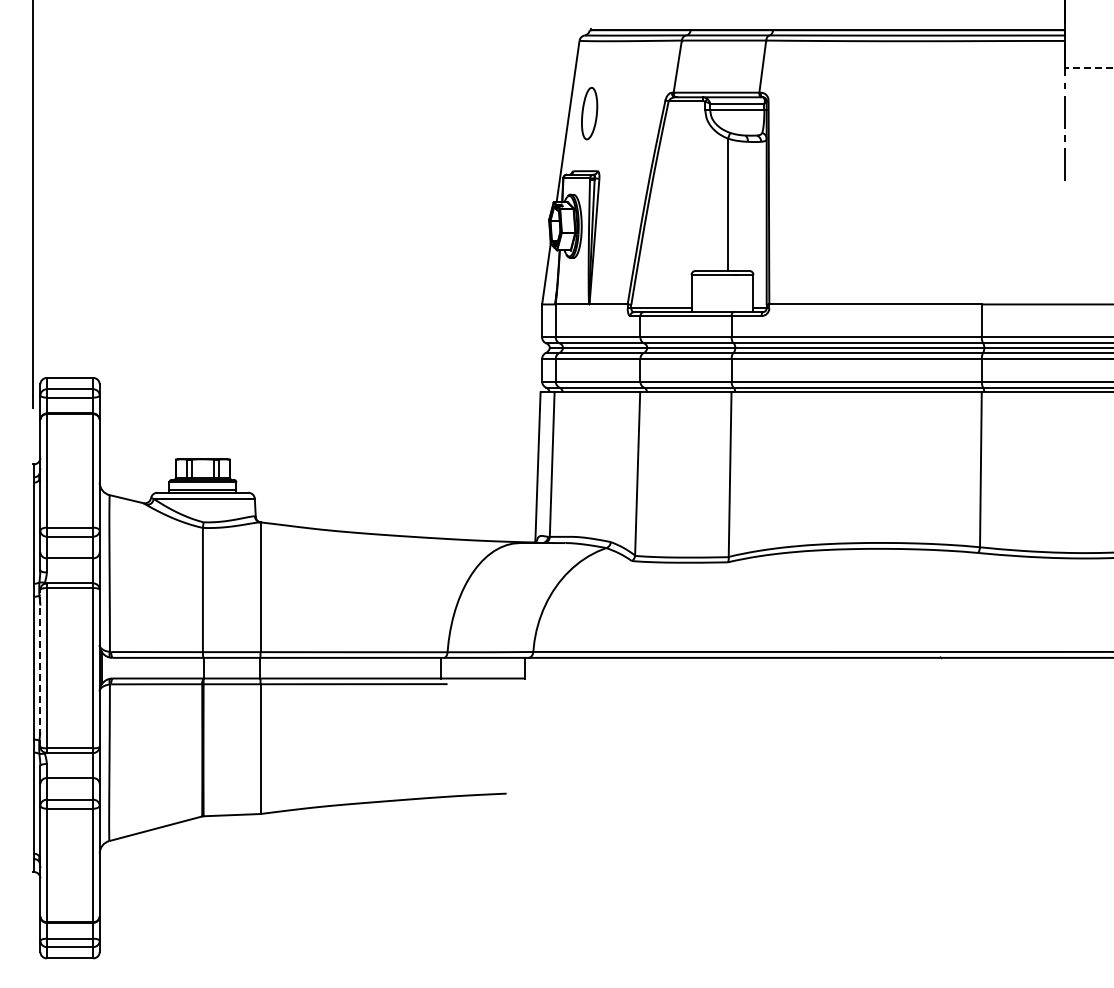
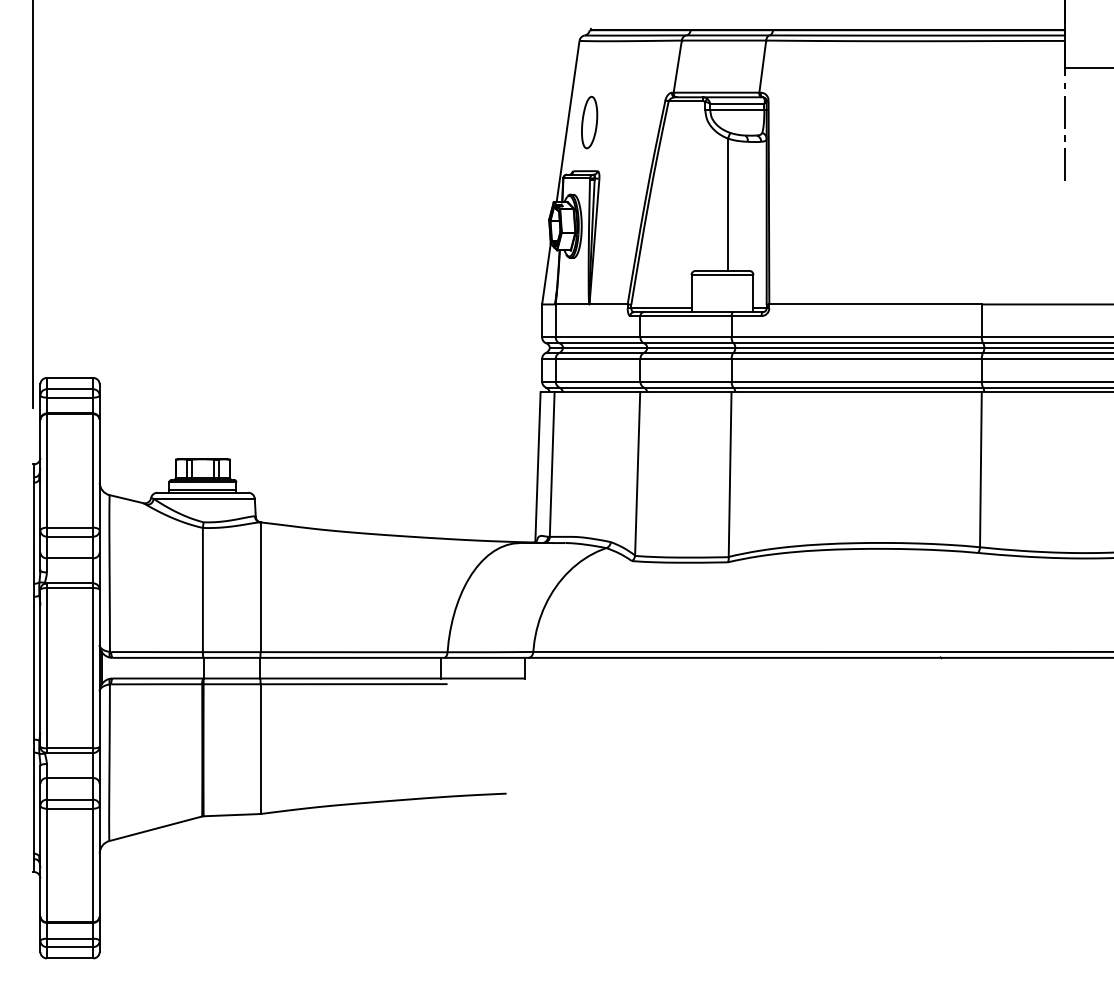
line at (1088, 67): dashed -> solid
part at (589, 113) position: (589, 113) -> (589, 122)
line at (40, 667): dashed -> solid
